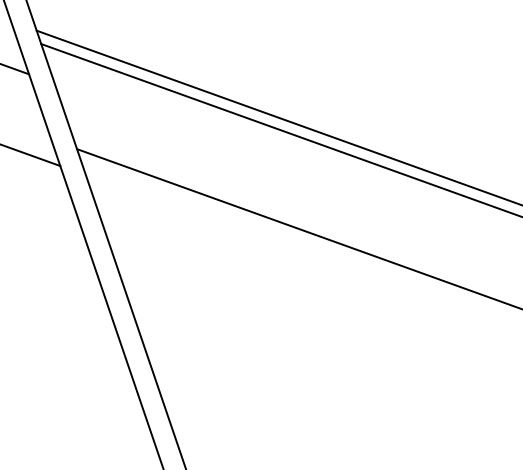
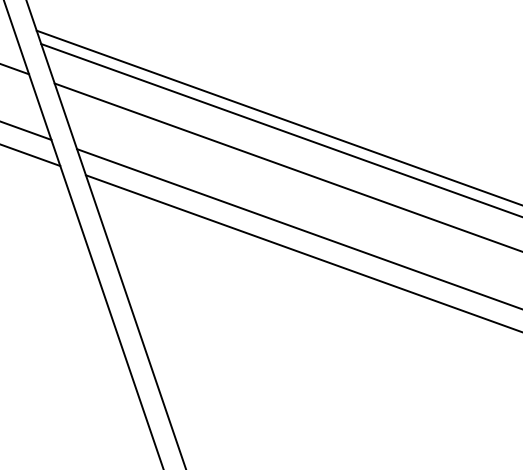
line at (26, 130): none -> present
line at (286, 166): none -> present
line at (302, 253): none -> present
